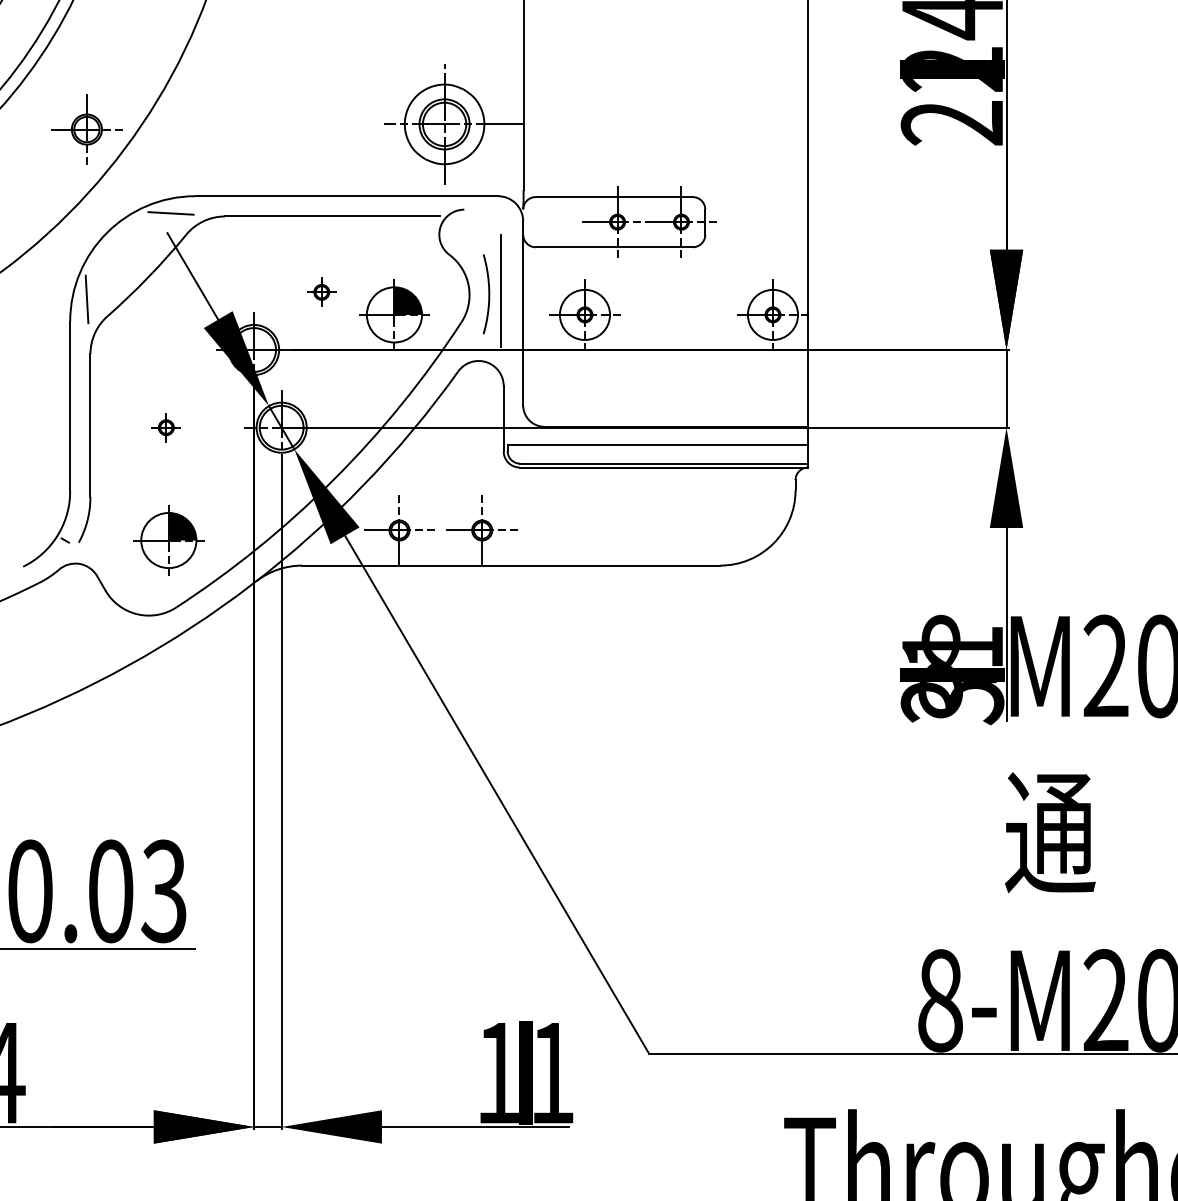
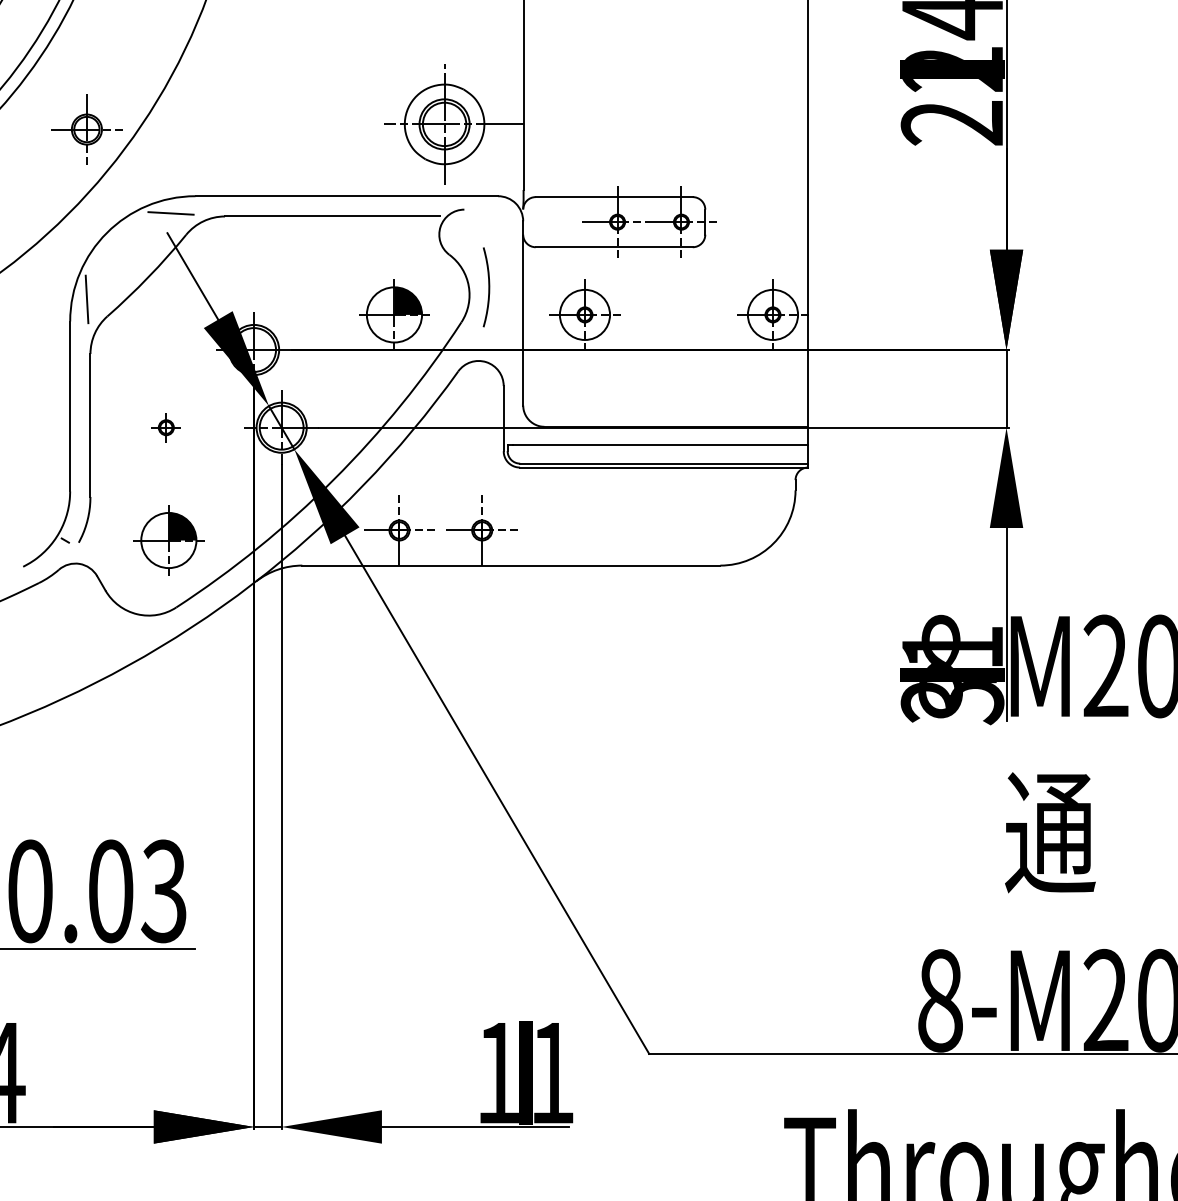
part at (321, 291): present -> none
line at (501, 291): present -> none
curve at (488, 294) position: (488, 294) -> (488, 287)
